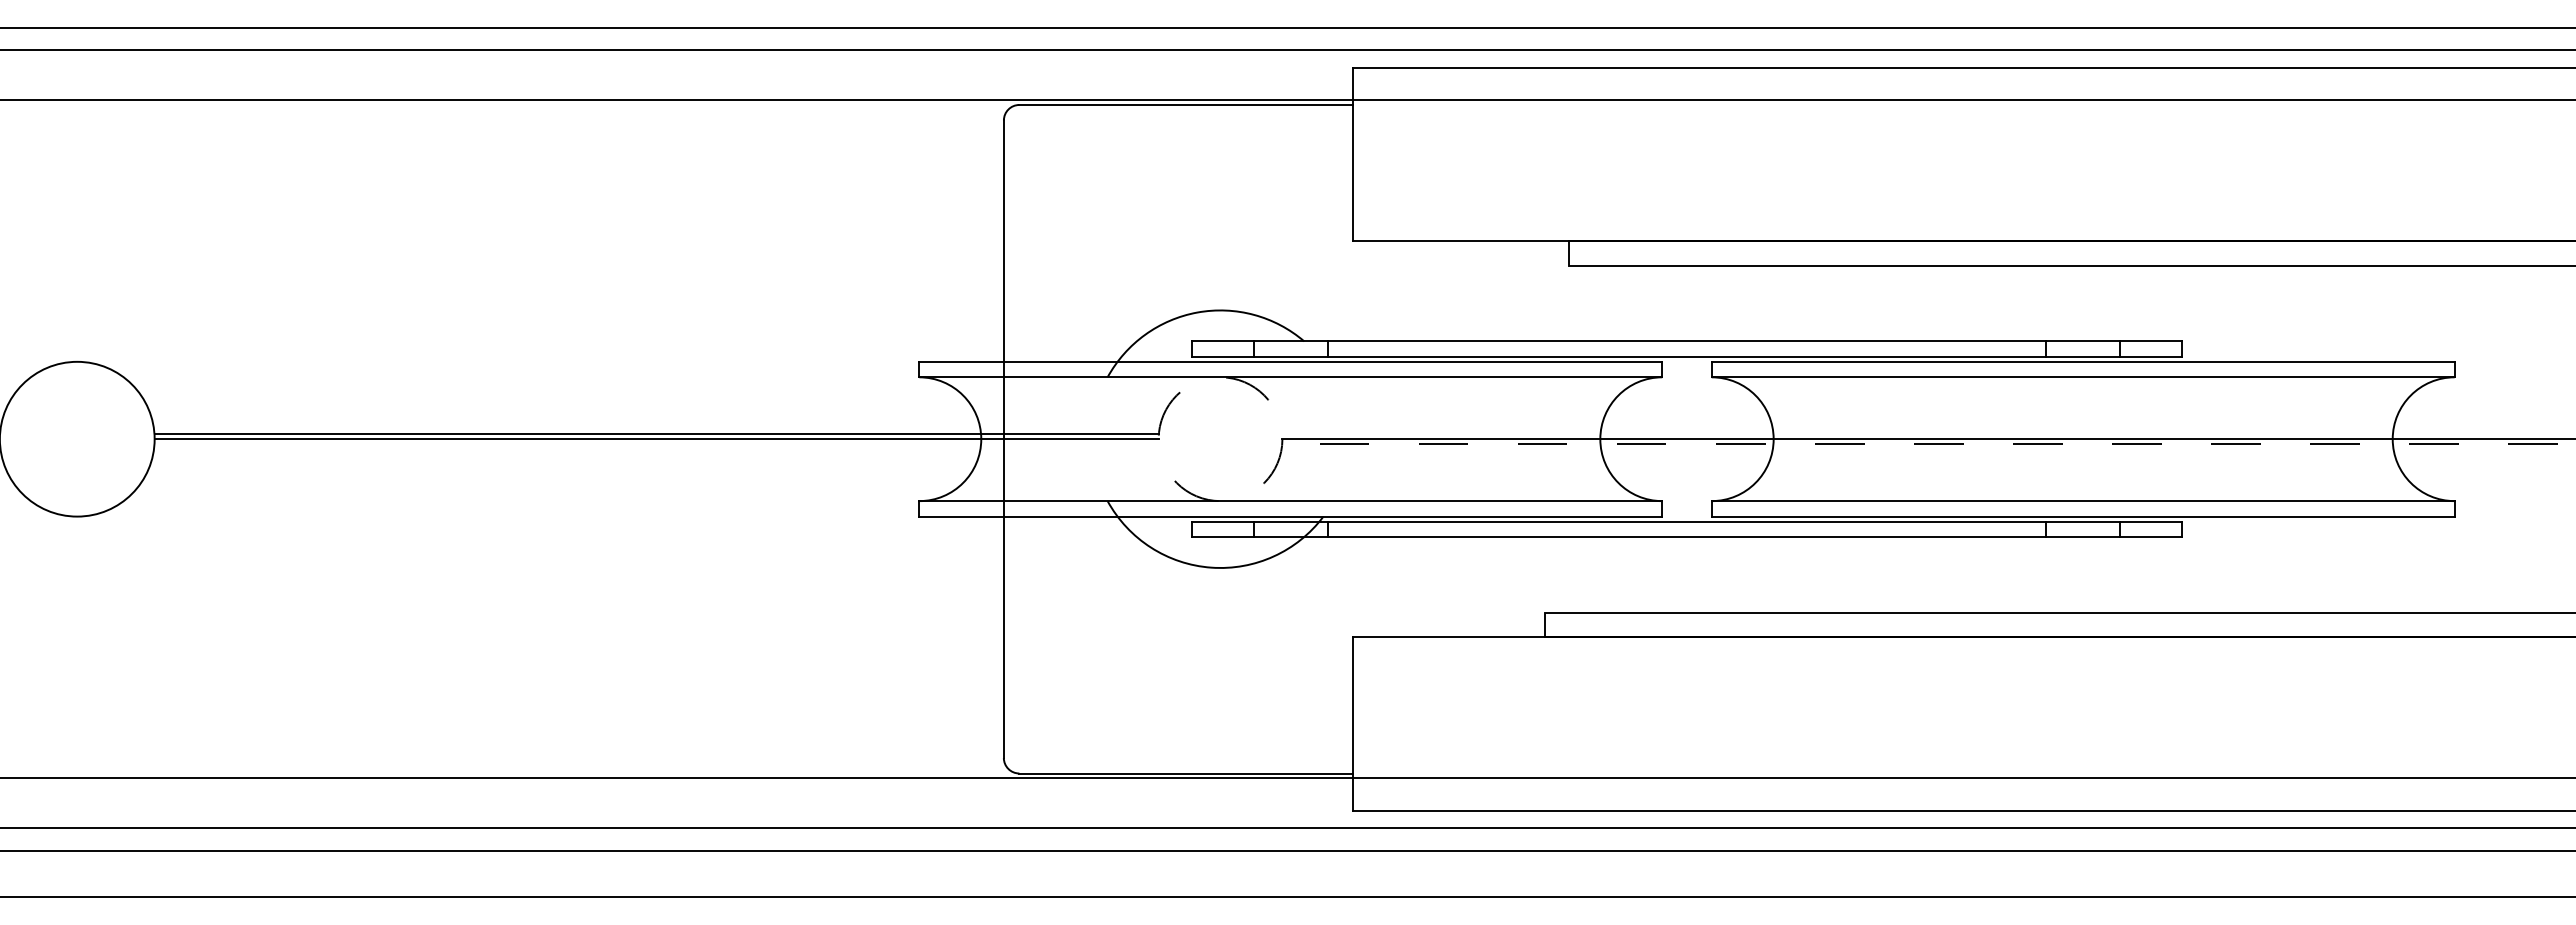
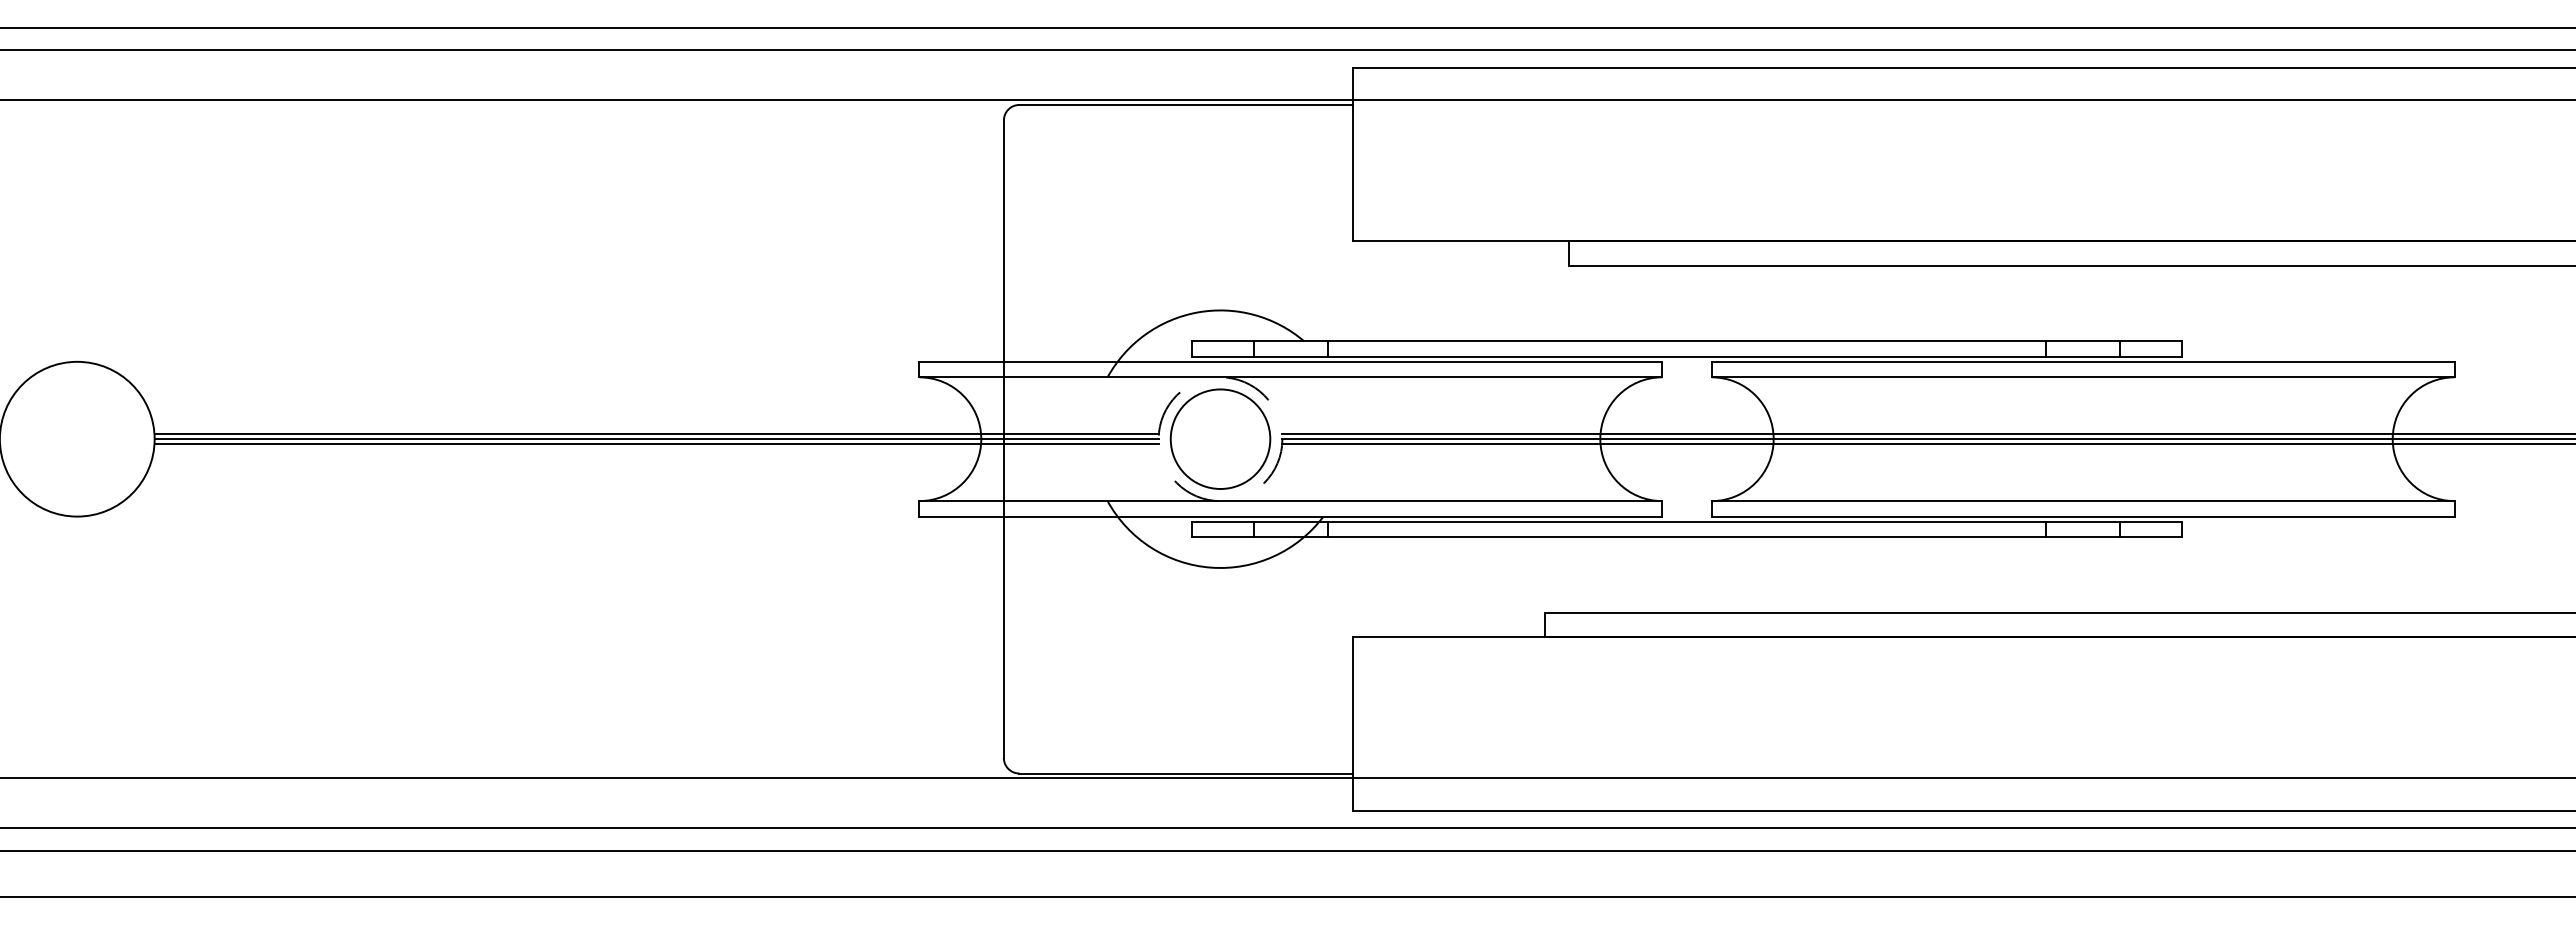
line at (1927, 434): none -> present
circle at (1220, 438): none -> present
line at (656, 444): none -> present
line at (1929, 444): dashed -> solid
